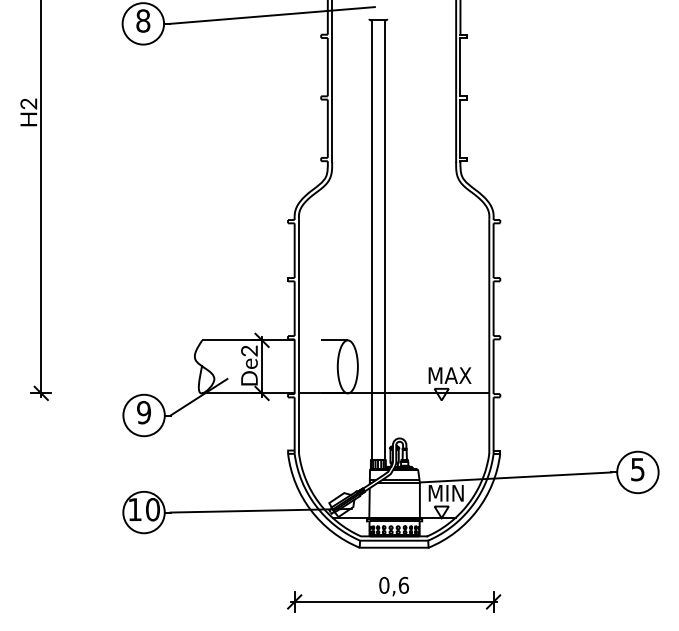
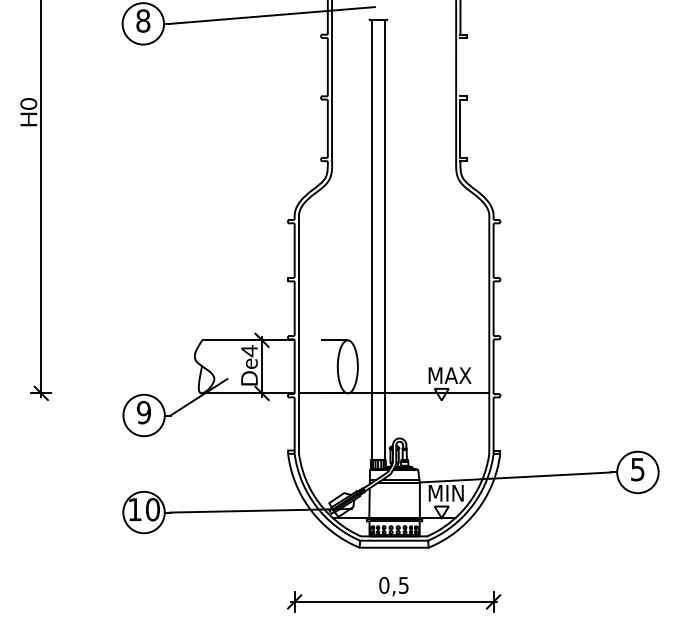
line at (460, 67): present -> none
text at (29, 103): H2 -> H0
text at (249, 351): De2 -> De4
text at (403, 584): 0,6 -> 0,5
